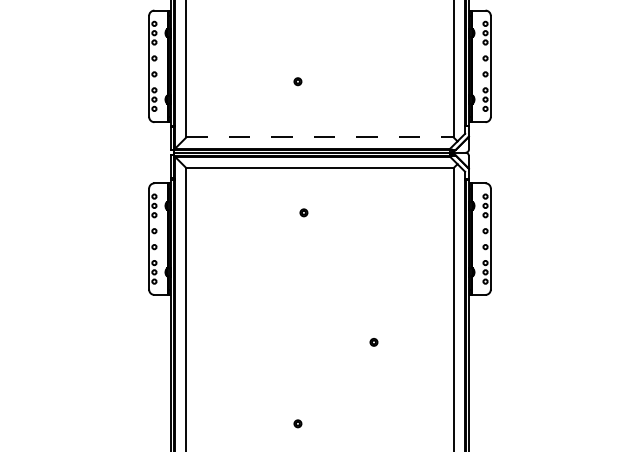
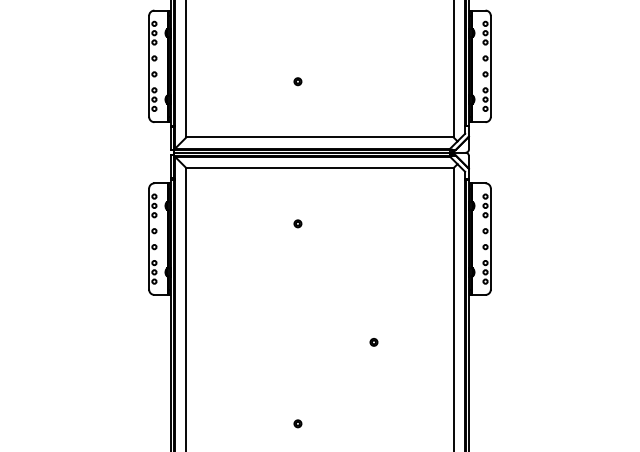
line at (319, 137): dashed -> solid
part at (303, 212) position: (303, 212) -> (297, 223)
